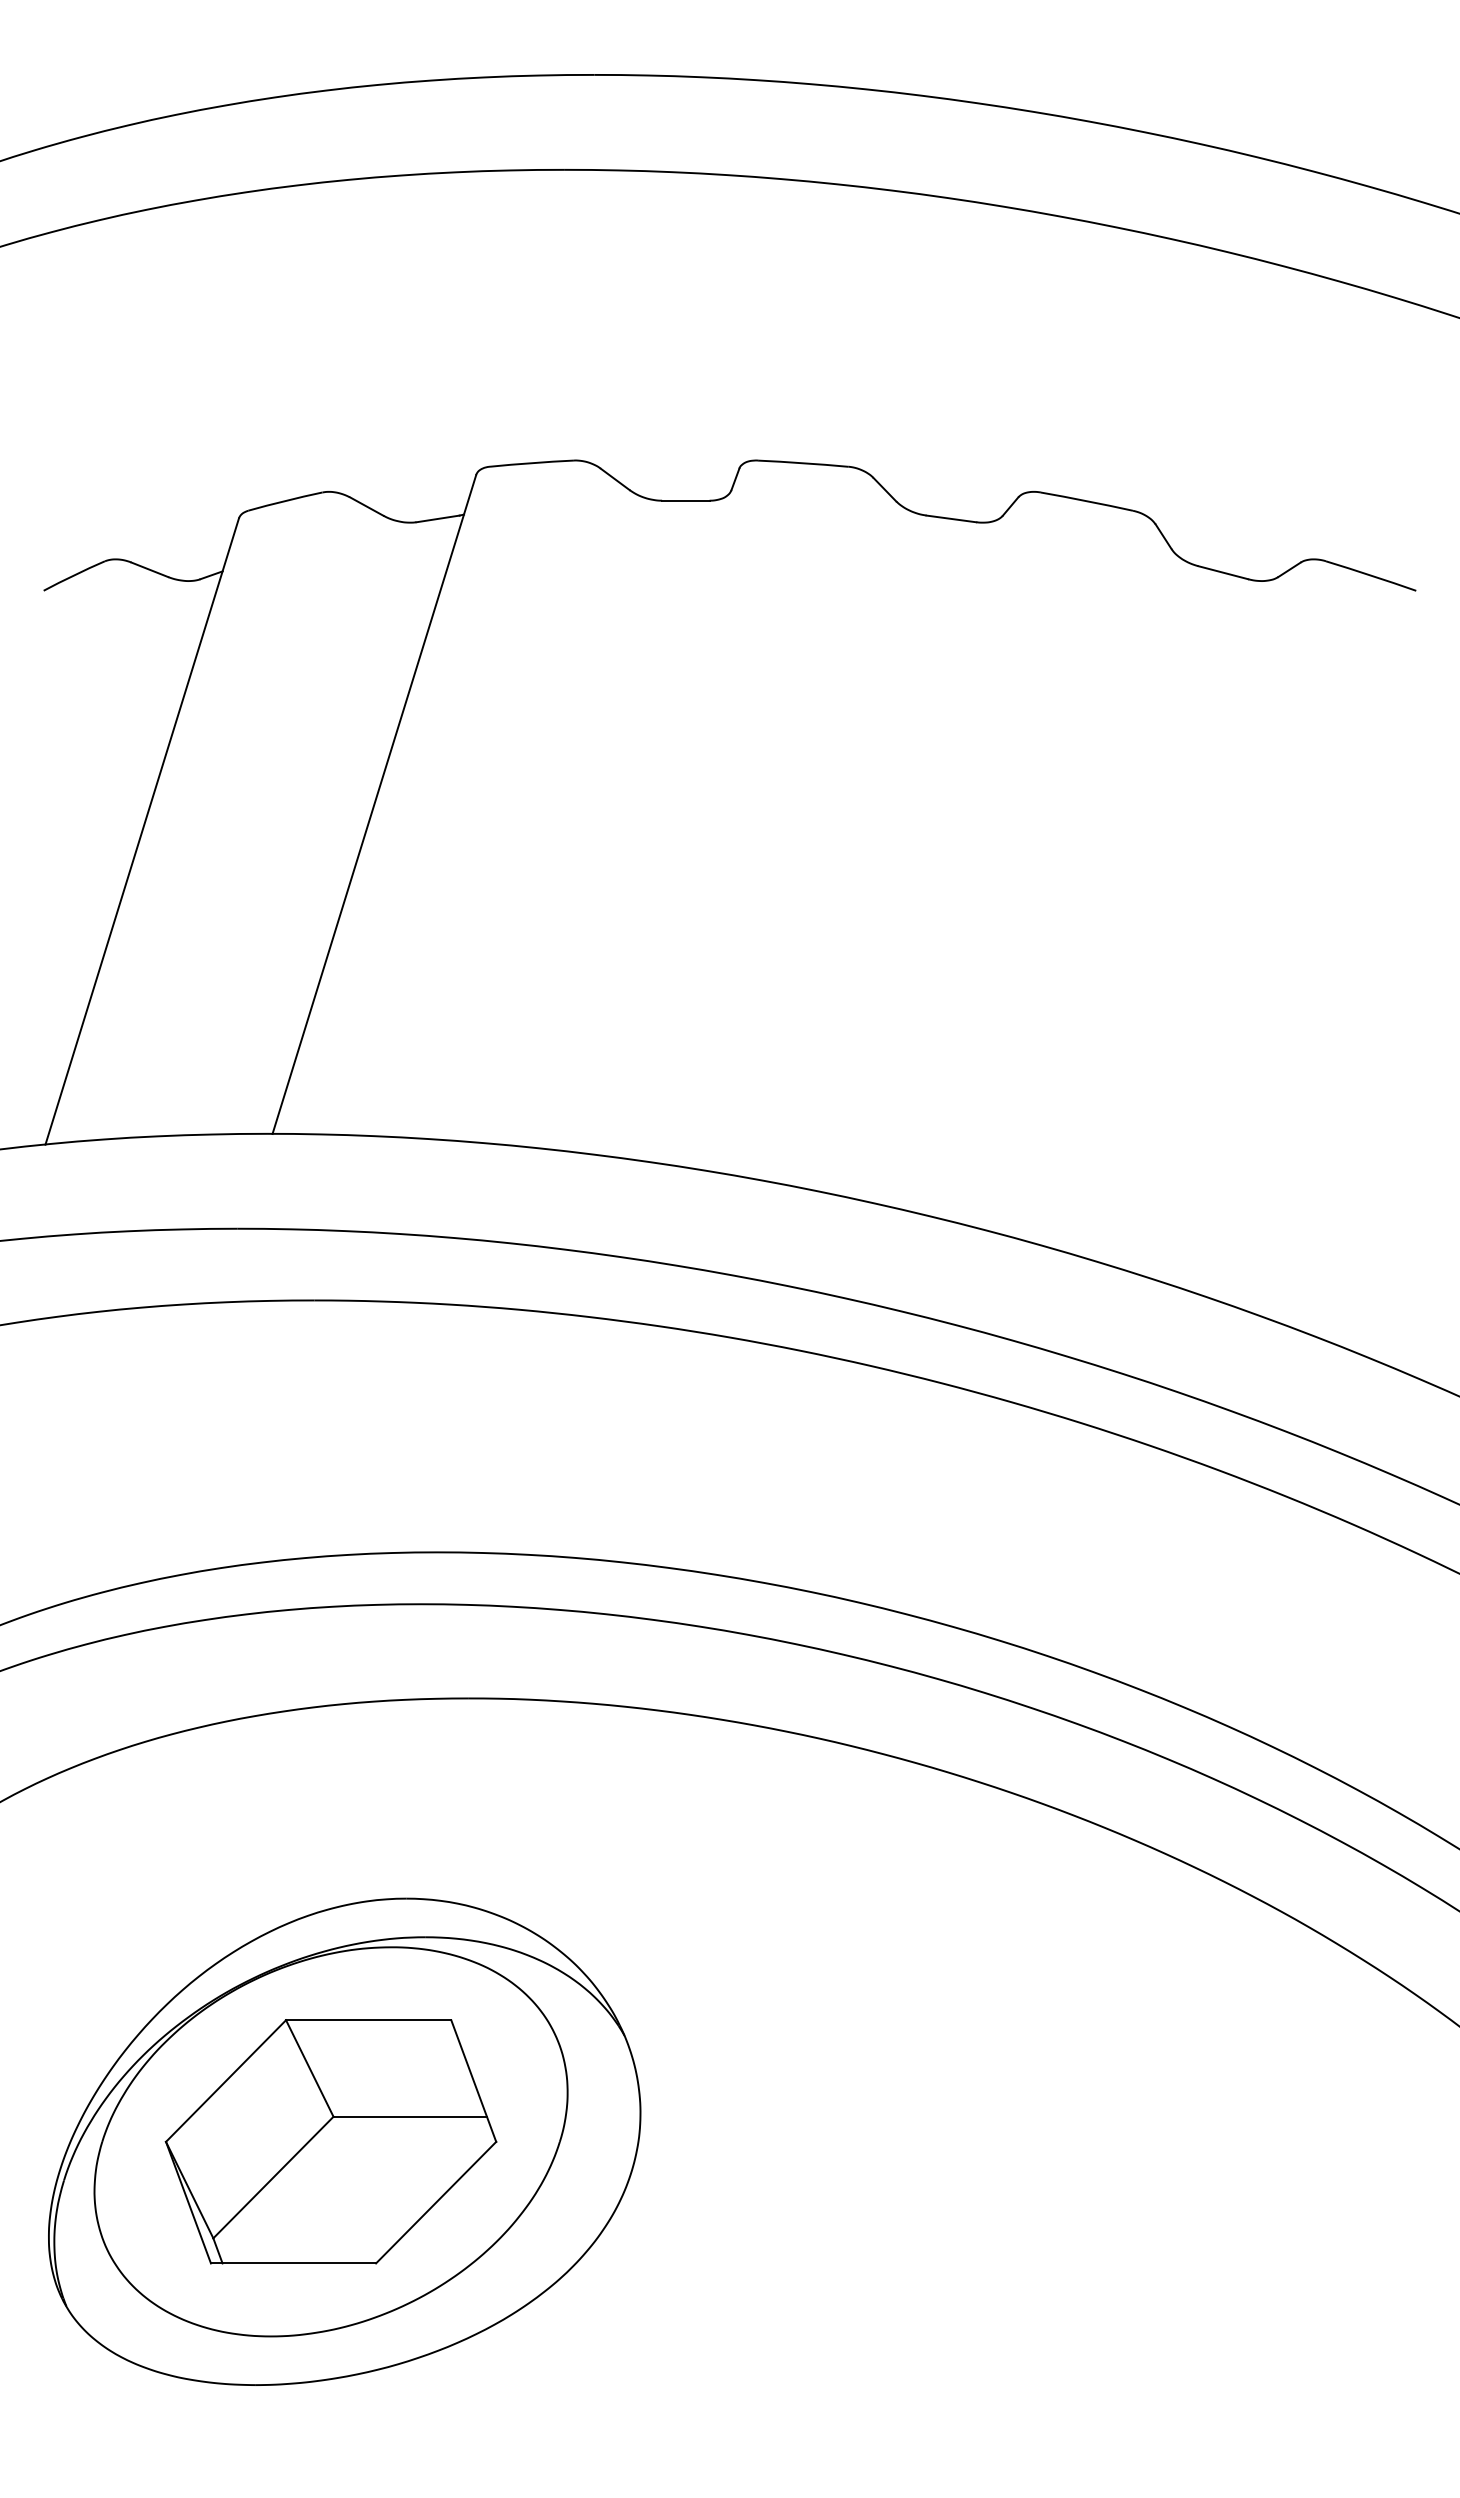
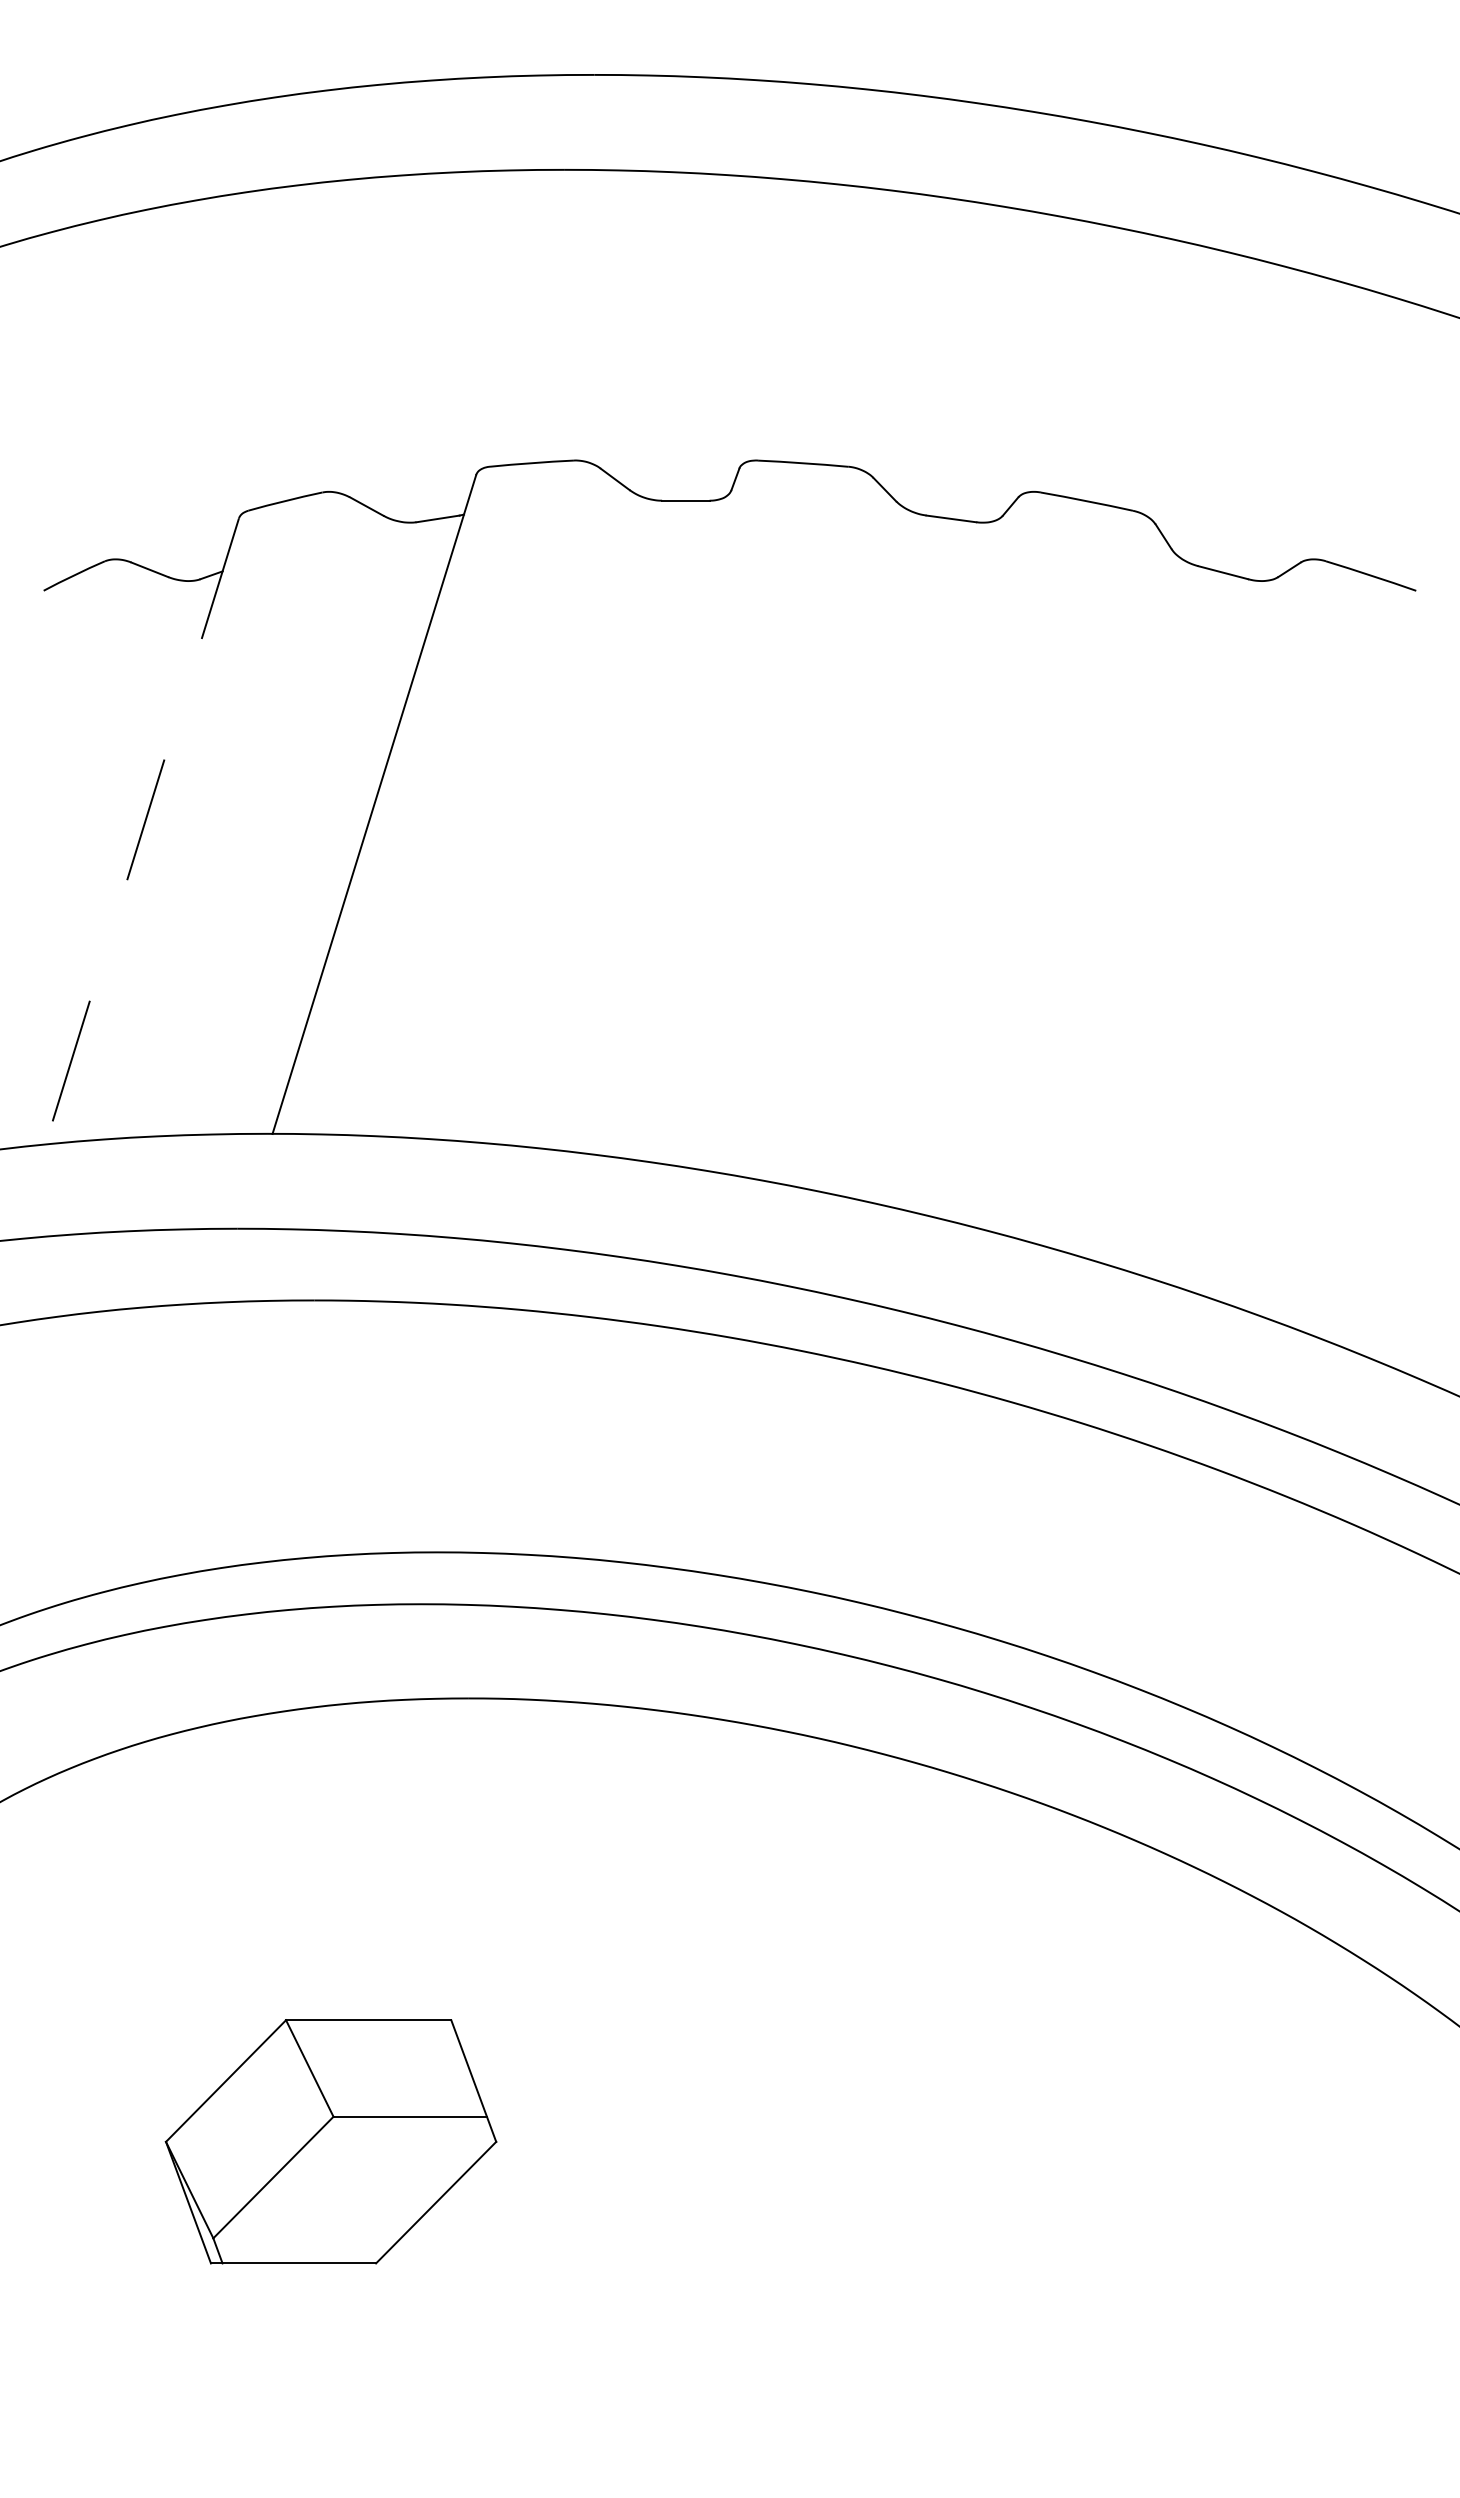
line at (142, 831): solid -> dashed
part at (344, 2141): present -> none
